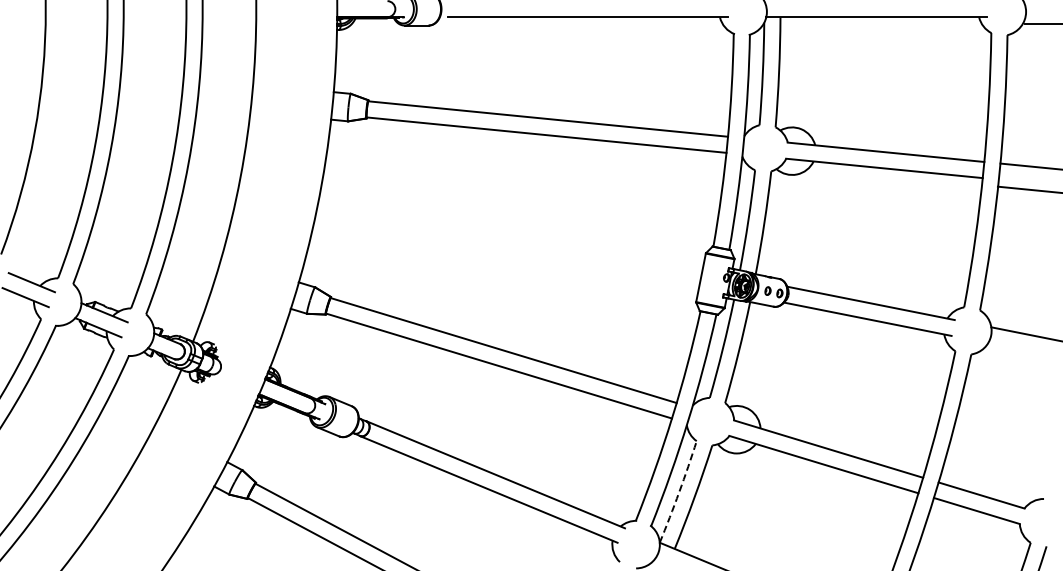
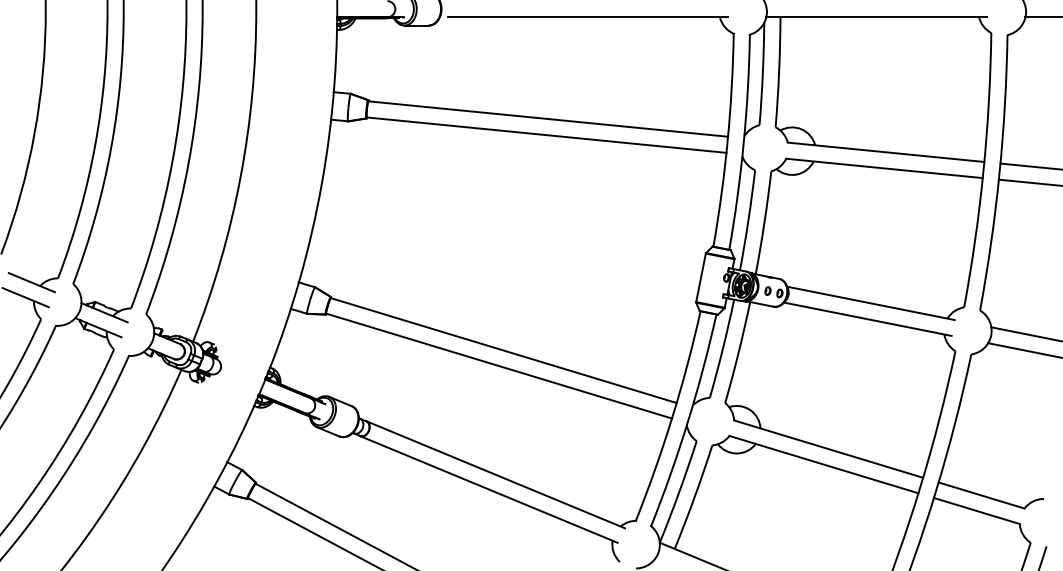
line at (1042, 24) position: (1042, 24) -> (1042, 17)
line at (1028, 189) position: (1028, 189) -> (1028, 182)
line at (1023, 350): none -> present
arc at (679, 492): dashed -> solid
